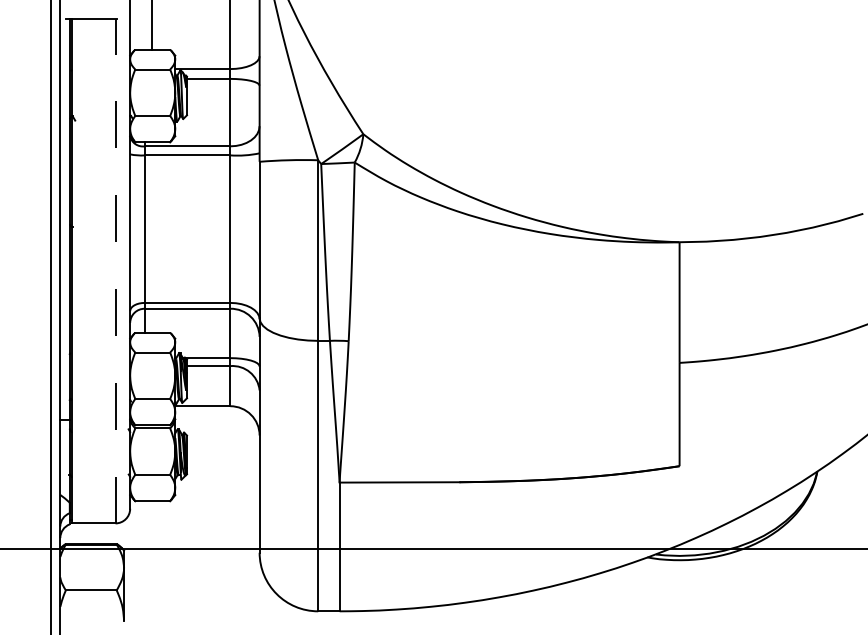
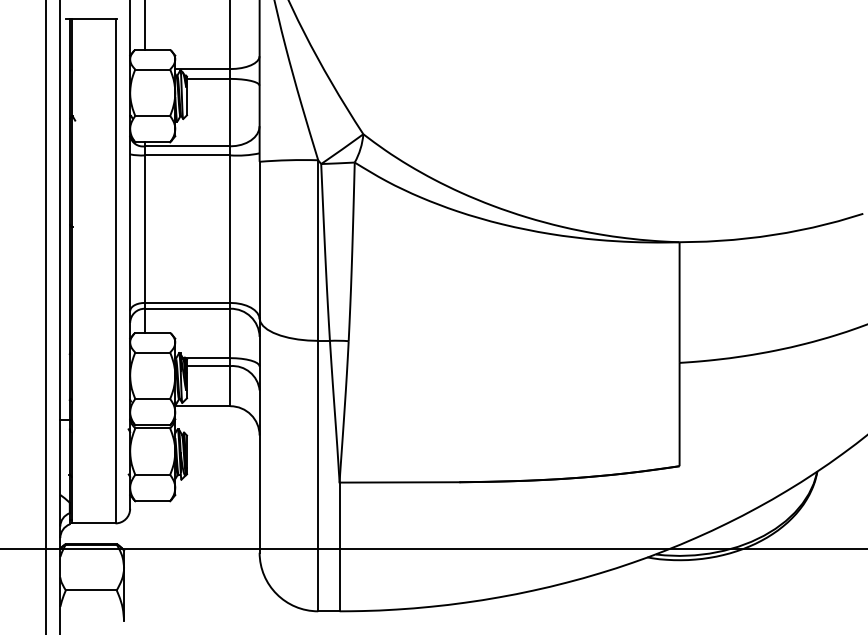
line at (151, 25) position: (151, 25) -> (144, 25)
line at (115, 270): dashed -> solid
line at (51, 316) position: (51, 316) -> (46, 316)
